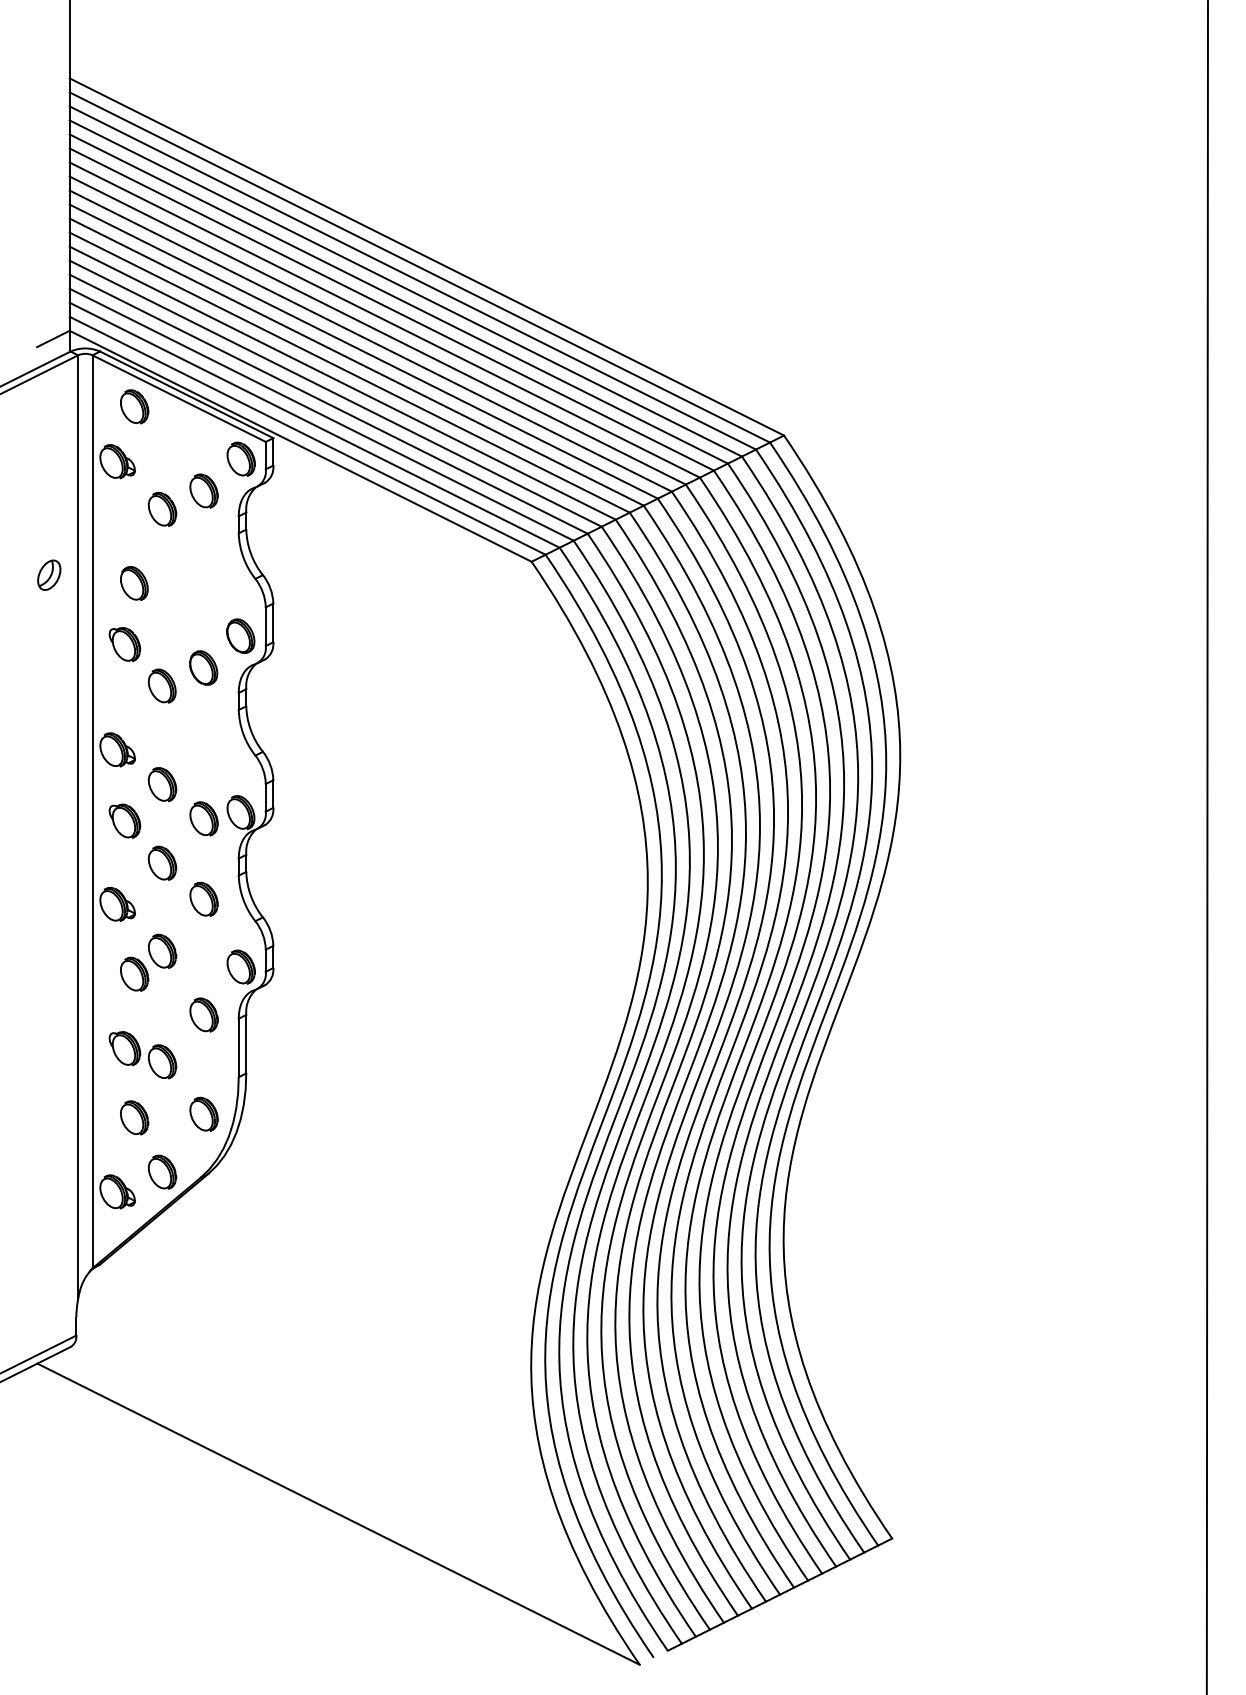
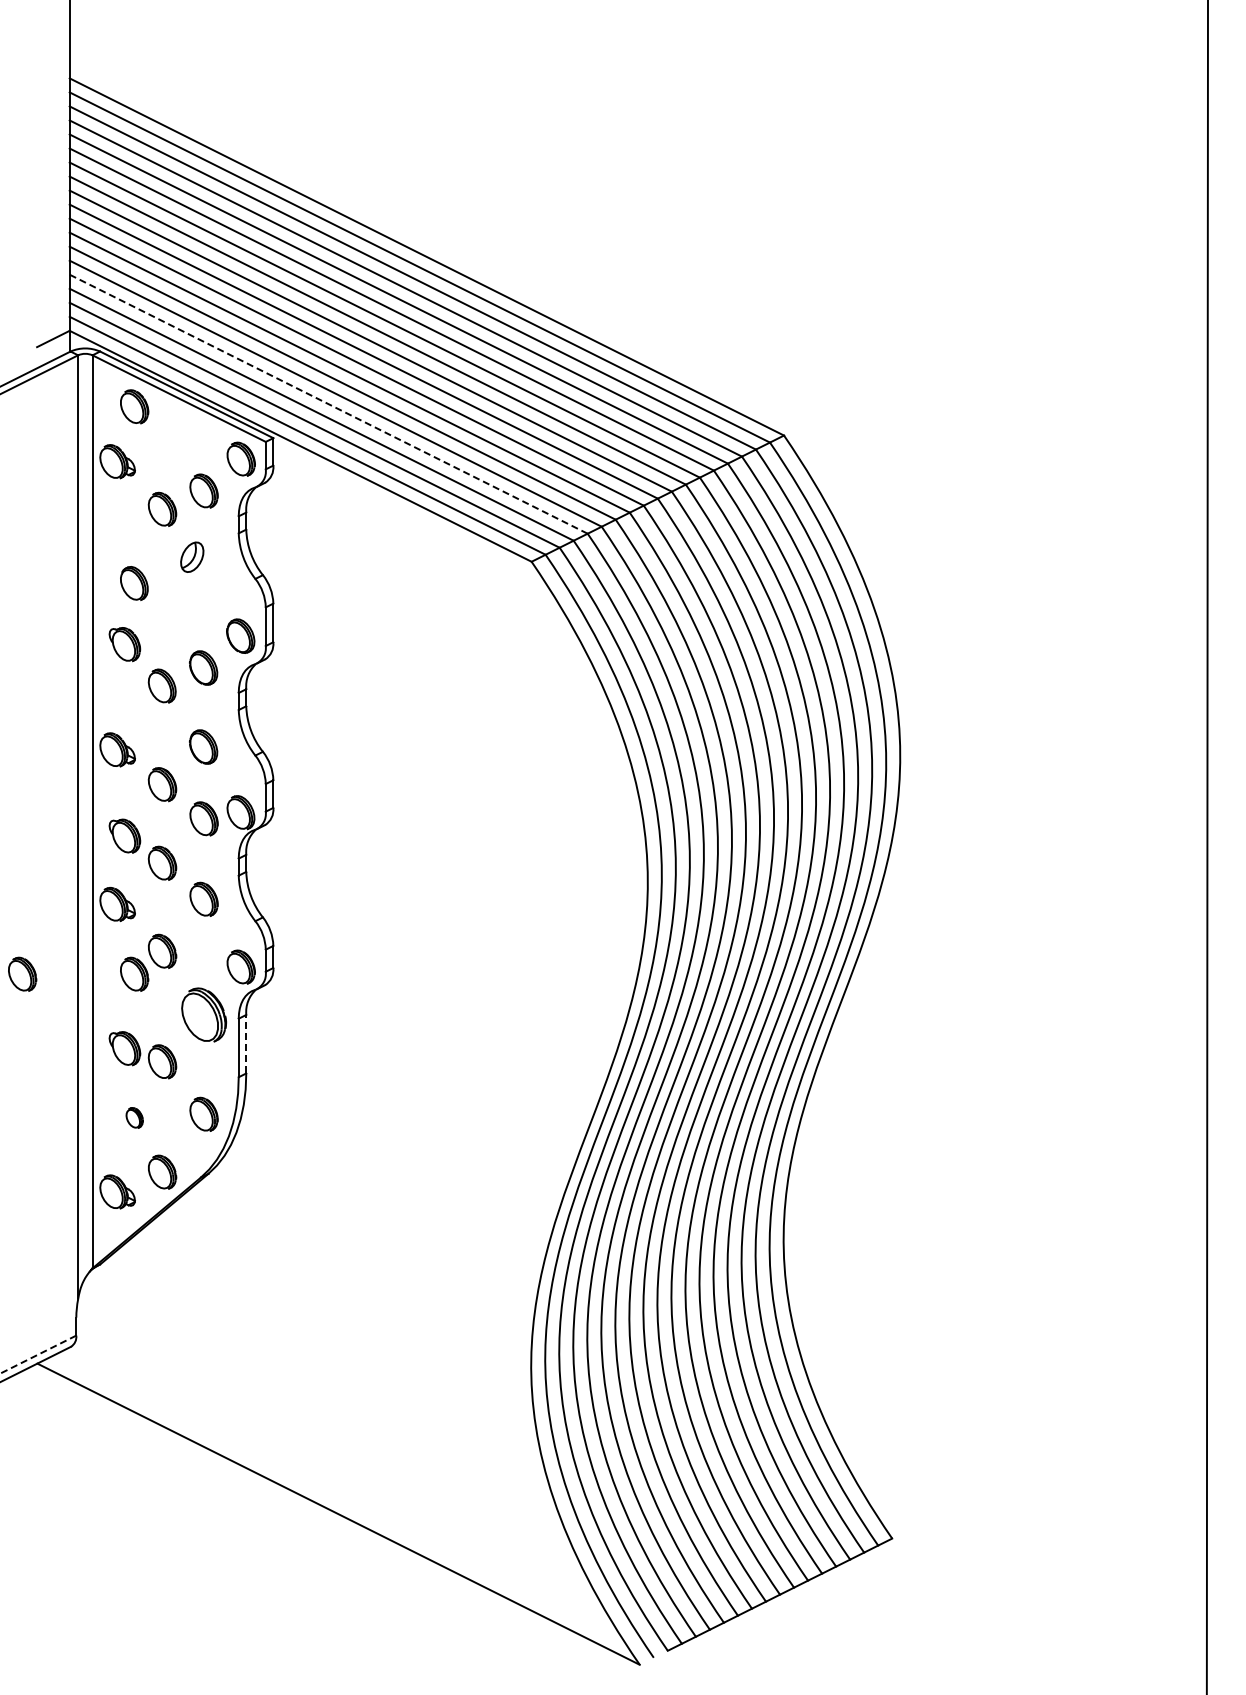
line at (328, 404): solid -> dashed
part at (49, 574) position: (49, 574) -> (192, 556)
part at (203, 746): none -> present
part at (124, 820) position: (124, 820) -> (124, 835)
part at (22, 973): none -> present
part at (203, 1014) size: 30x36 px -> 47x56 px
line at (246, 1043): solid -> dashed
part at (134, 1117) size: 30x36 px -> 19x22 px
line at (37, 1354): solid -> dashed
